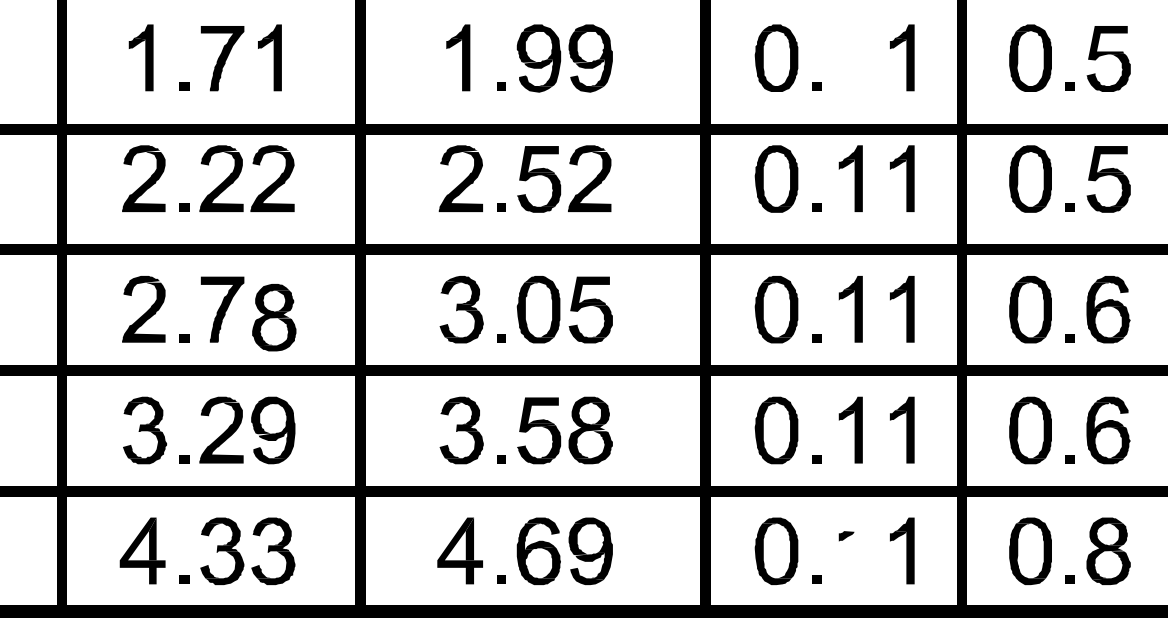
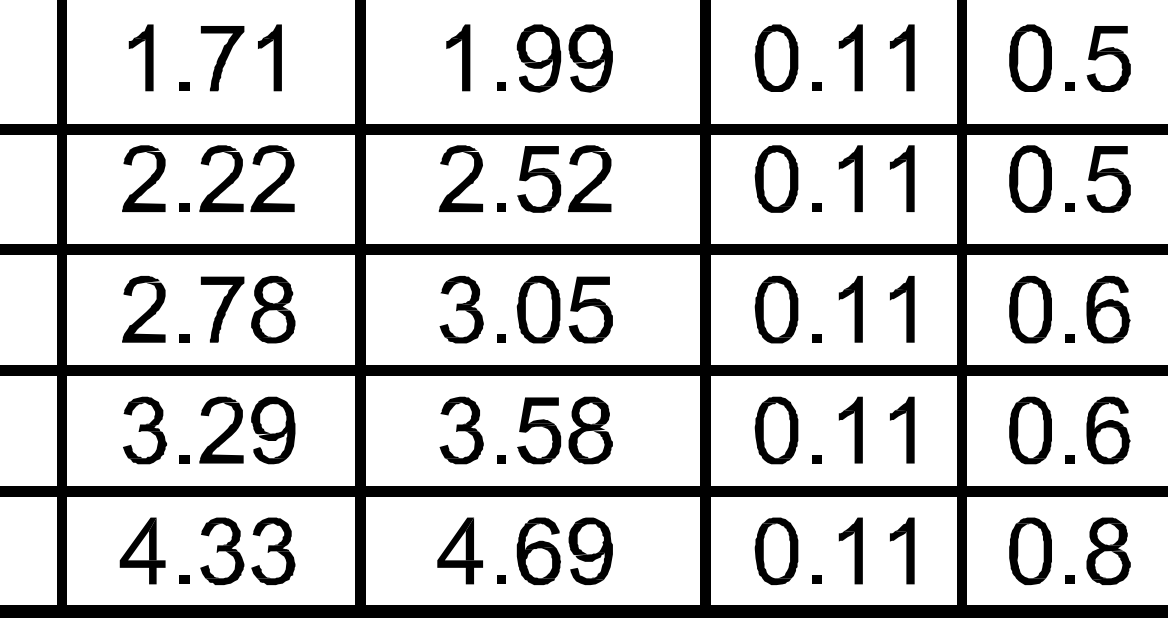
fill at (1110, 48): none -> present
part at (850, 57): none -> present
part at (274, 317) position: (274, 317) -> (273, 309)
fill at (853, 550): none -> present
